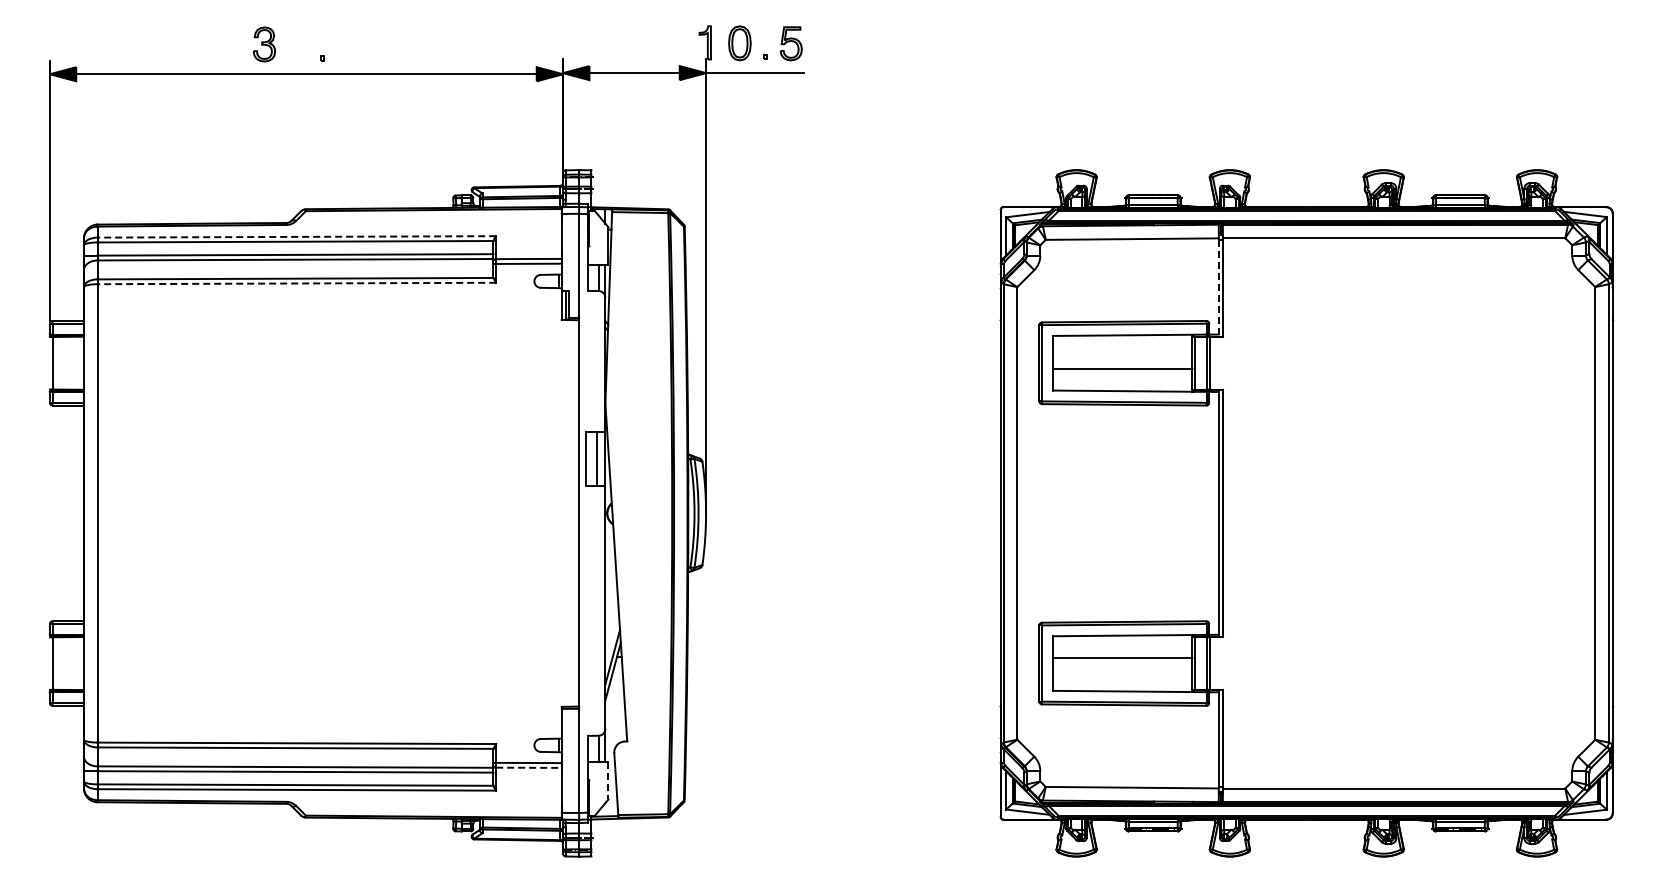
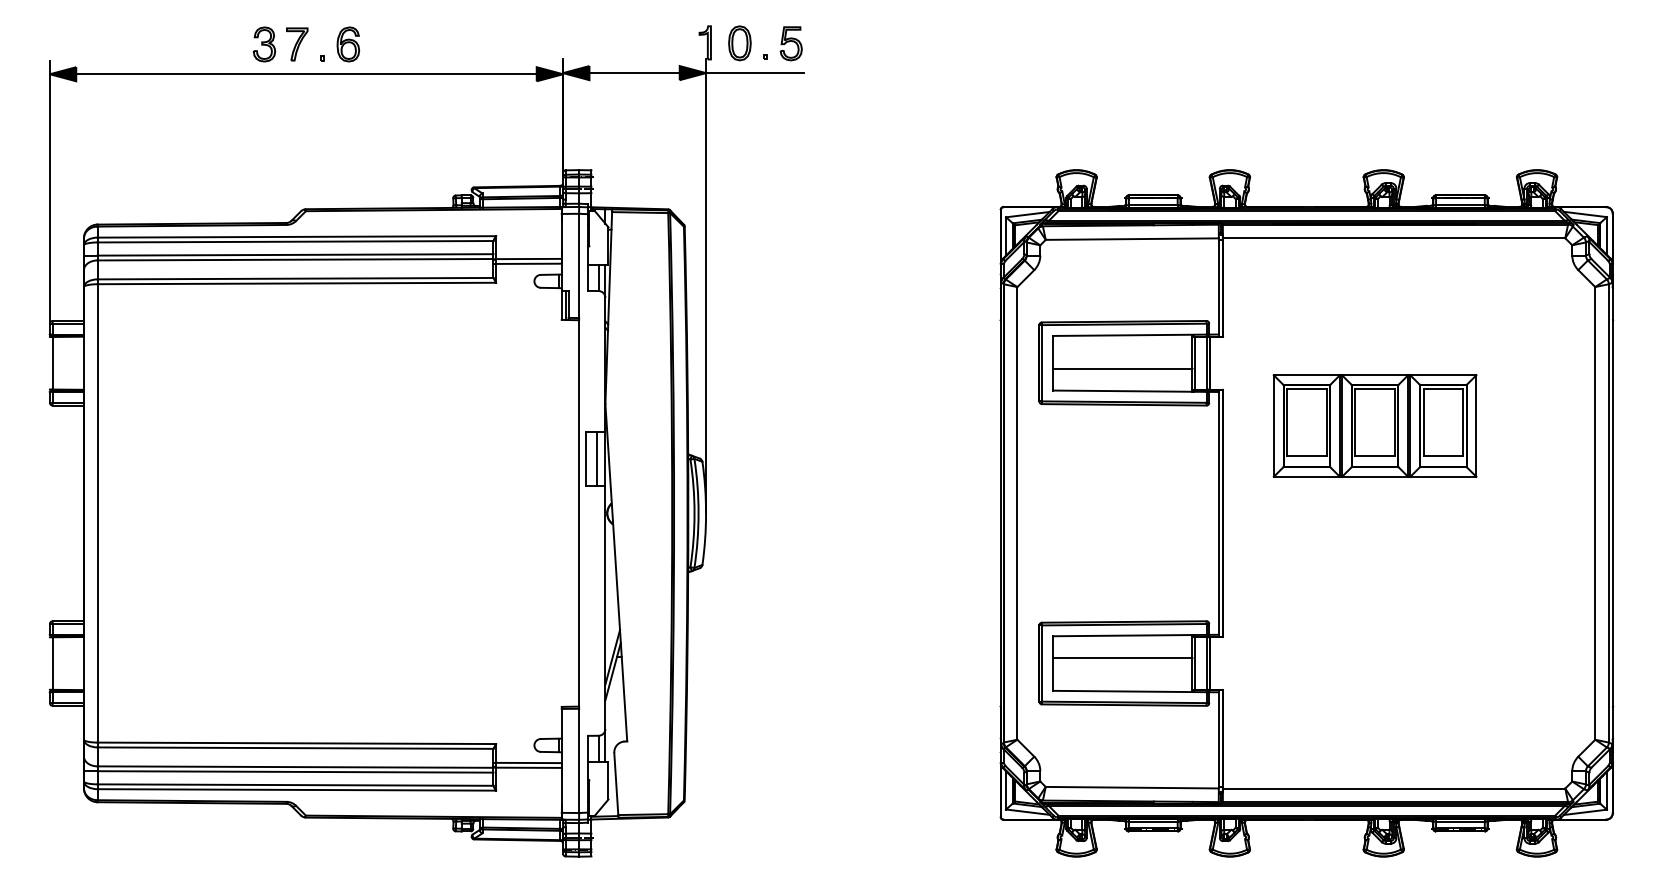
part at (297, 44): none -> present
part at (348, 44): none -> present
line at (296, 236): dashed -> solid
line at (296, 283): dashed -> solid
line at (1218, 285): dashed -> solid
part at (1374, 425): none -> present
line at (528, 767): dashed -> solid
line at (608, 780): dashed -> solid
